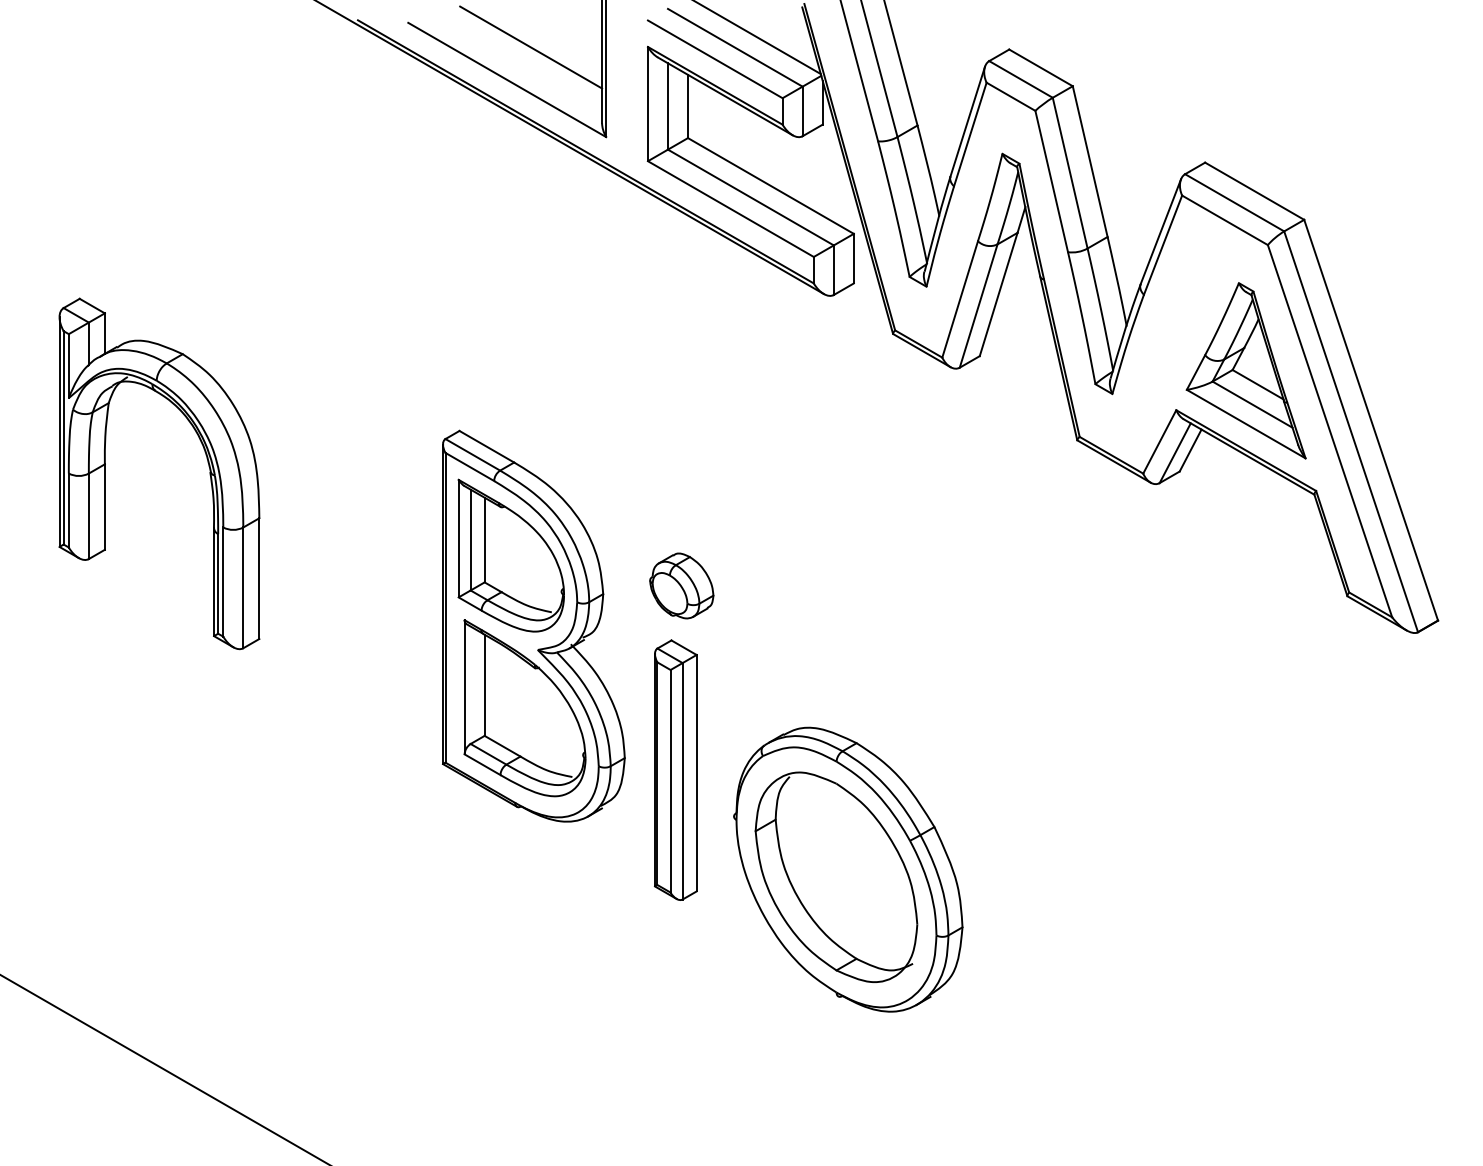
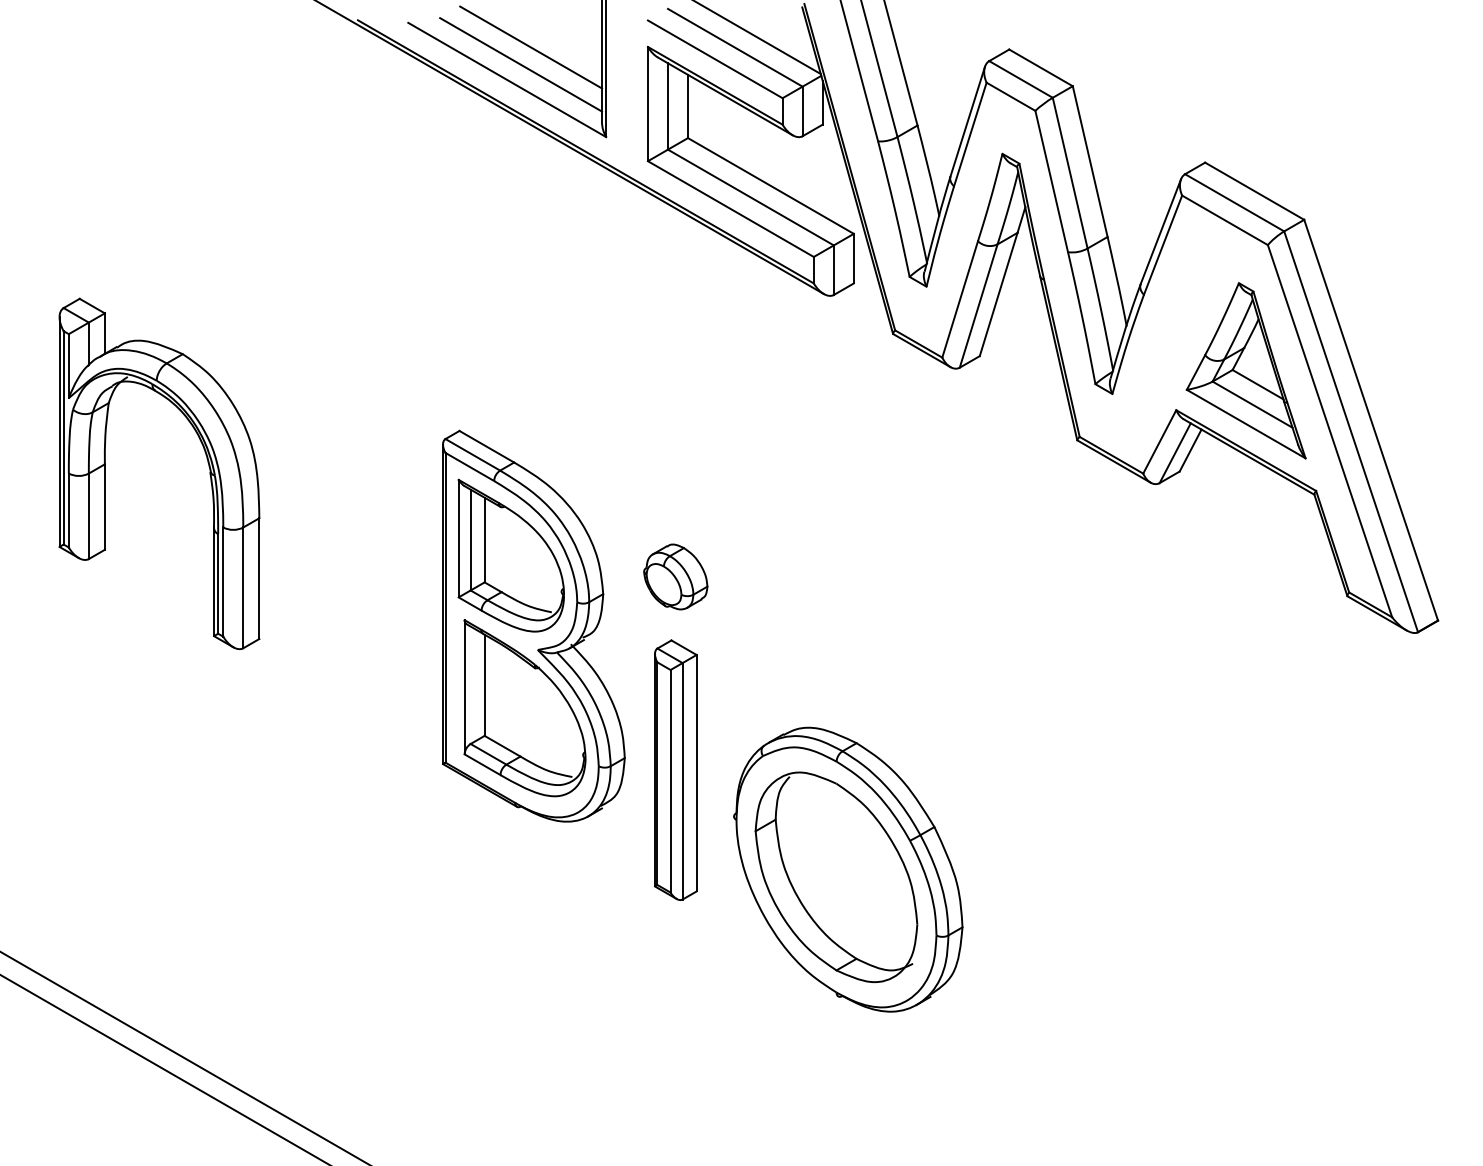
line at (521, 64): none -> present
part at (681, 585) position: (681, 585) -> (675, 576)
line at (184, 1057): none -> present
